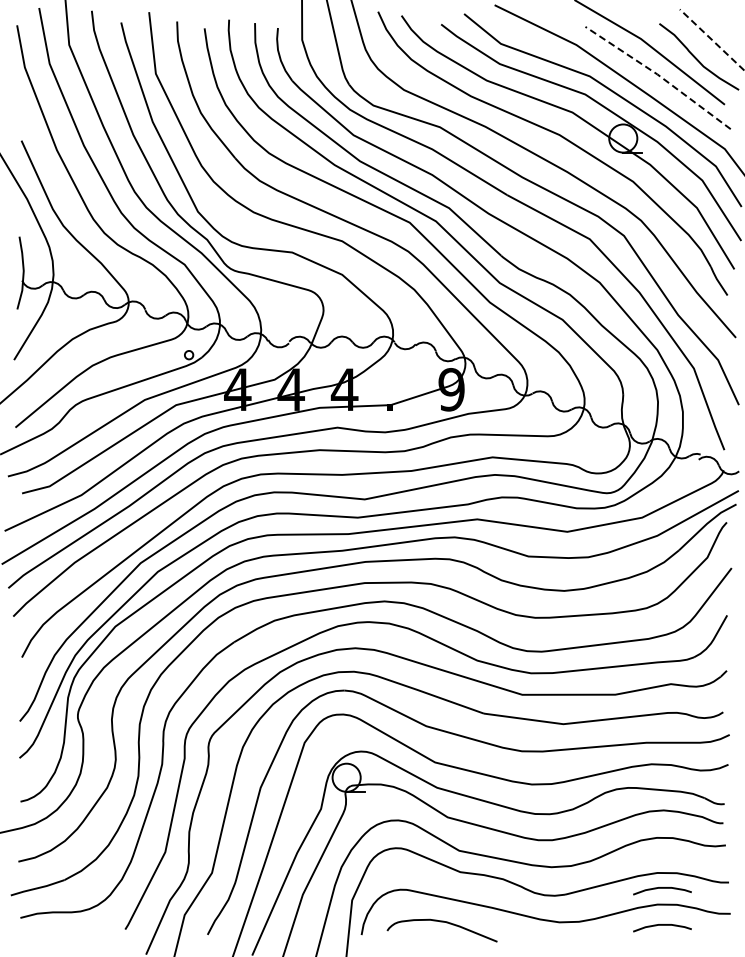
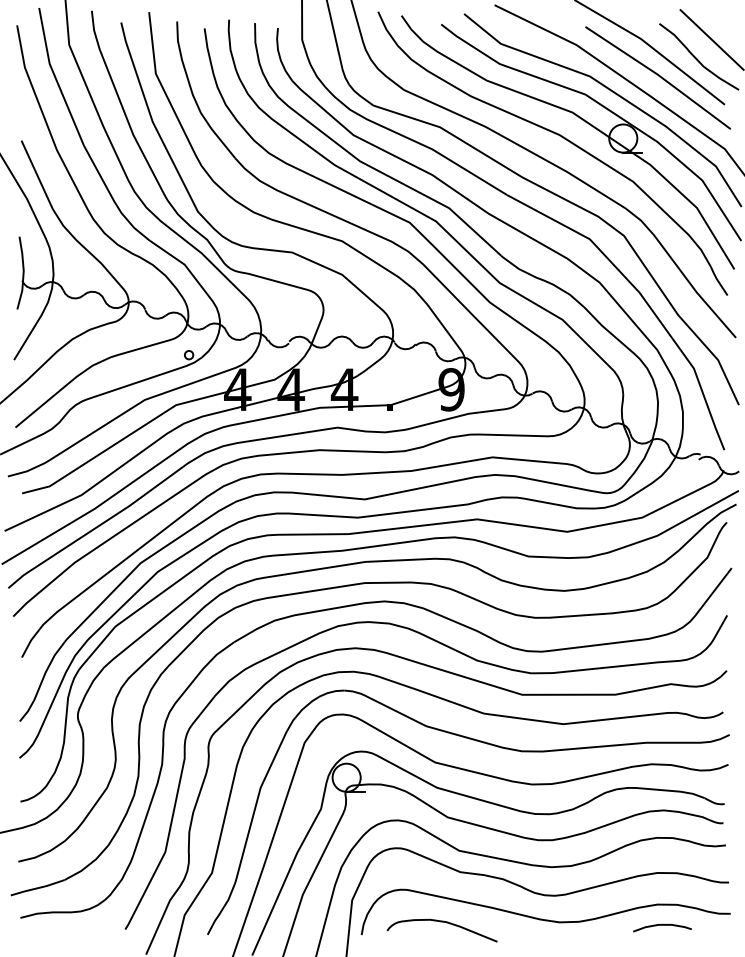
line at (711, 39): dashed -> solid
line at (658, 75): dashed -> solid
curve at (662, 888): present -> none
